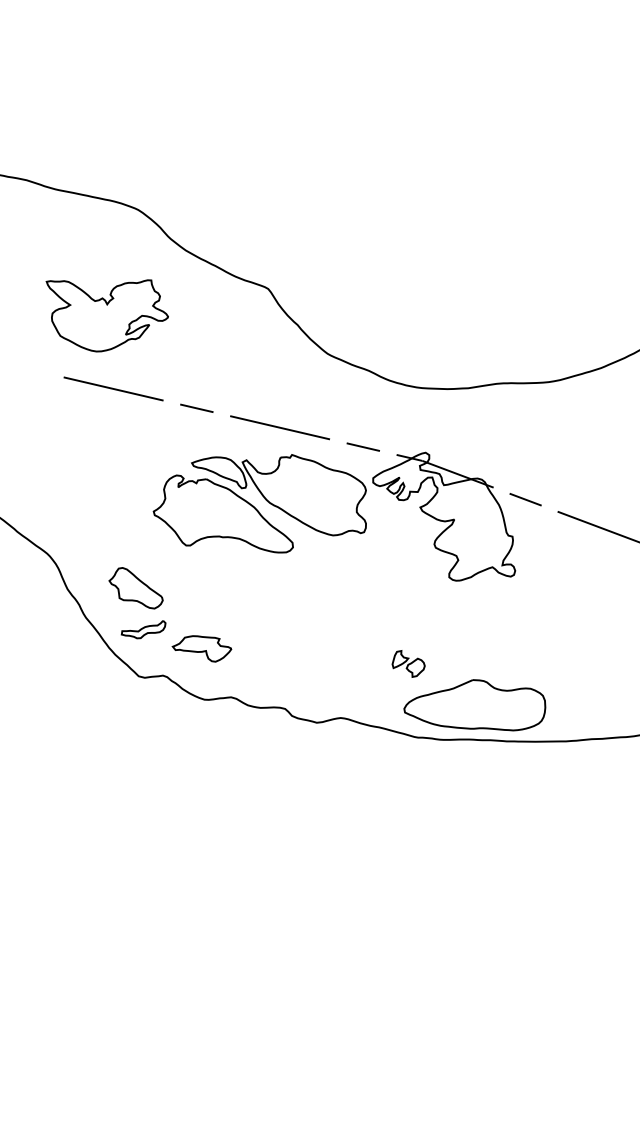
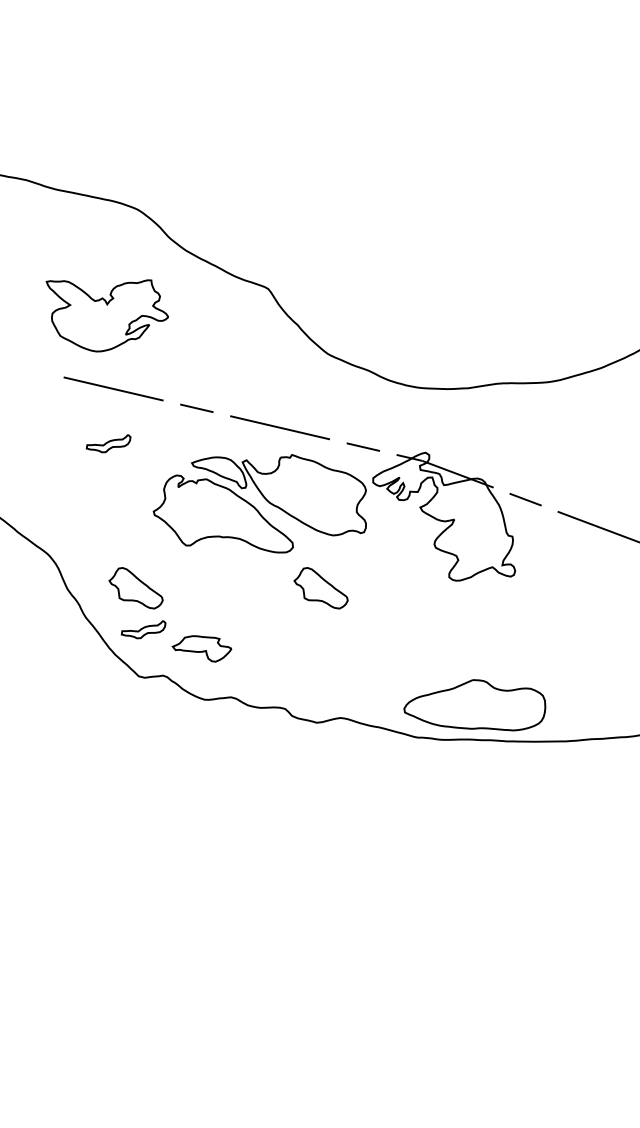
part at (108, 443): none -> present
part at (320, 588): none -> present
part at (408, 663): present -> none
